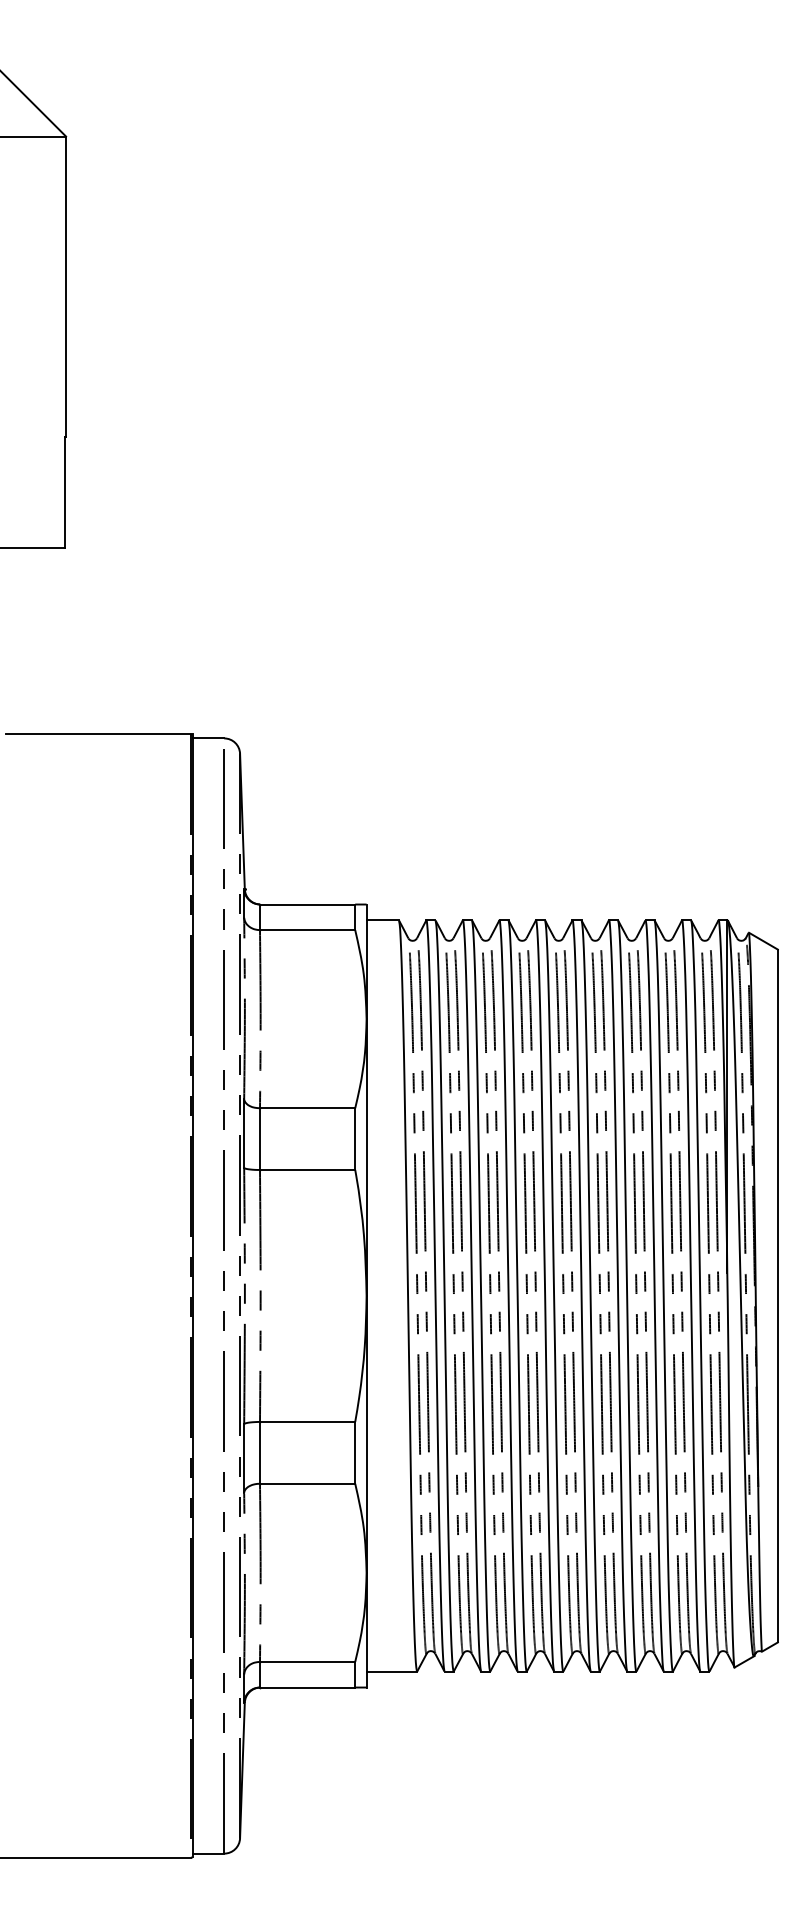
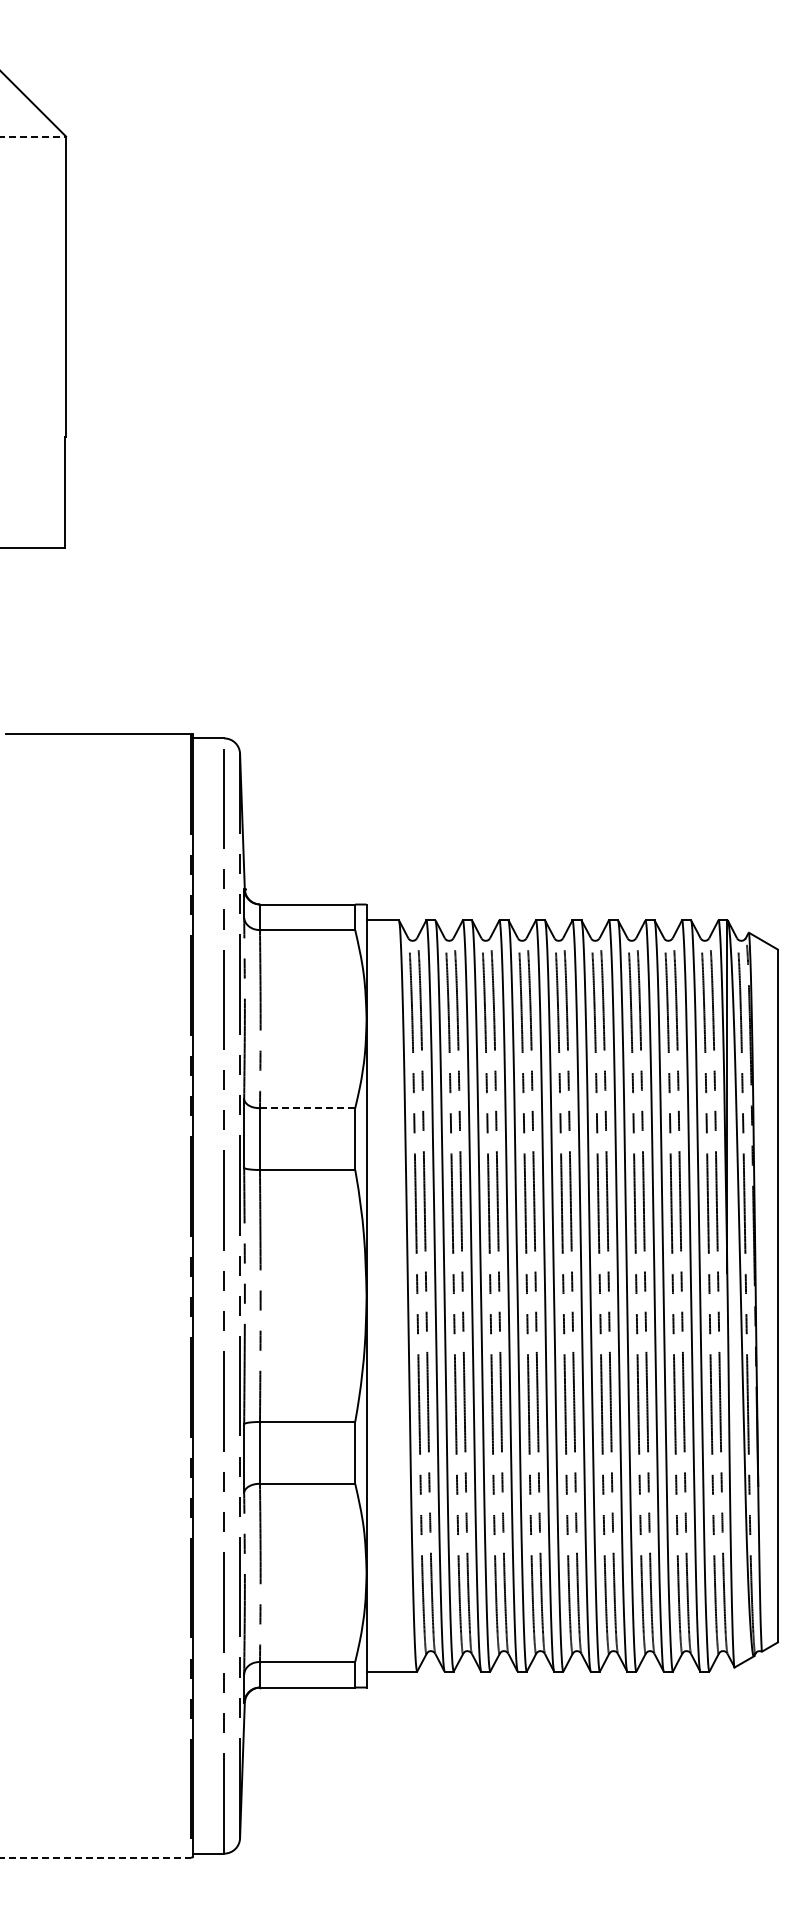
line at (33, 136): solid -> dashed
line at (307, 1108): solid -> dashed
line at (95, 1857): solid -> dashed
